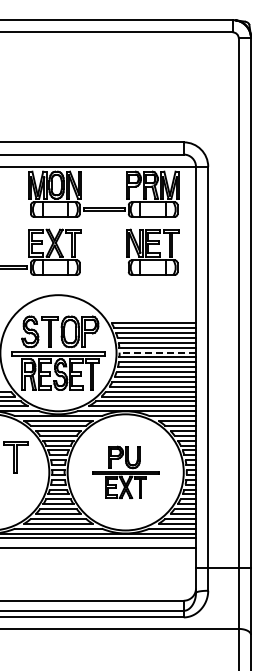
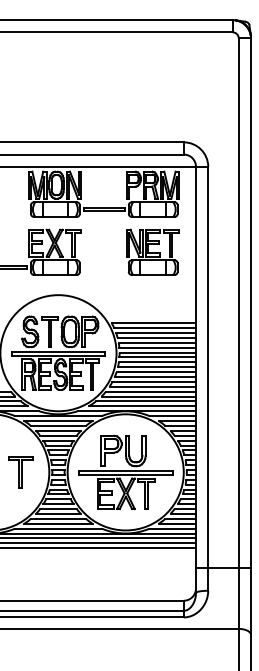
line at (157, 352): dashed -> solid
part at (15, 457) position: (15, 457) -> (20, 472)
part at (125, 472) size: 68x55 px -> 96x77 px
line at (99, 543): none -> present
